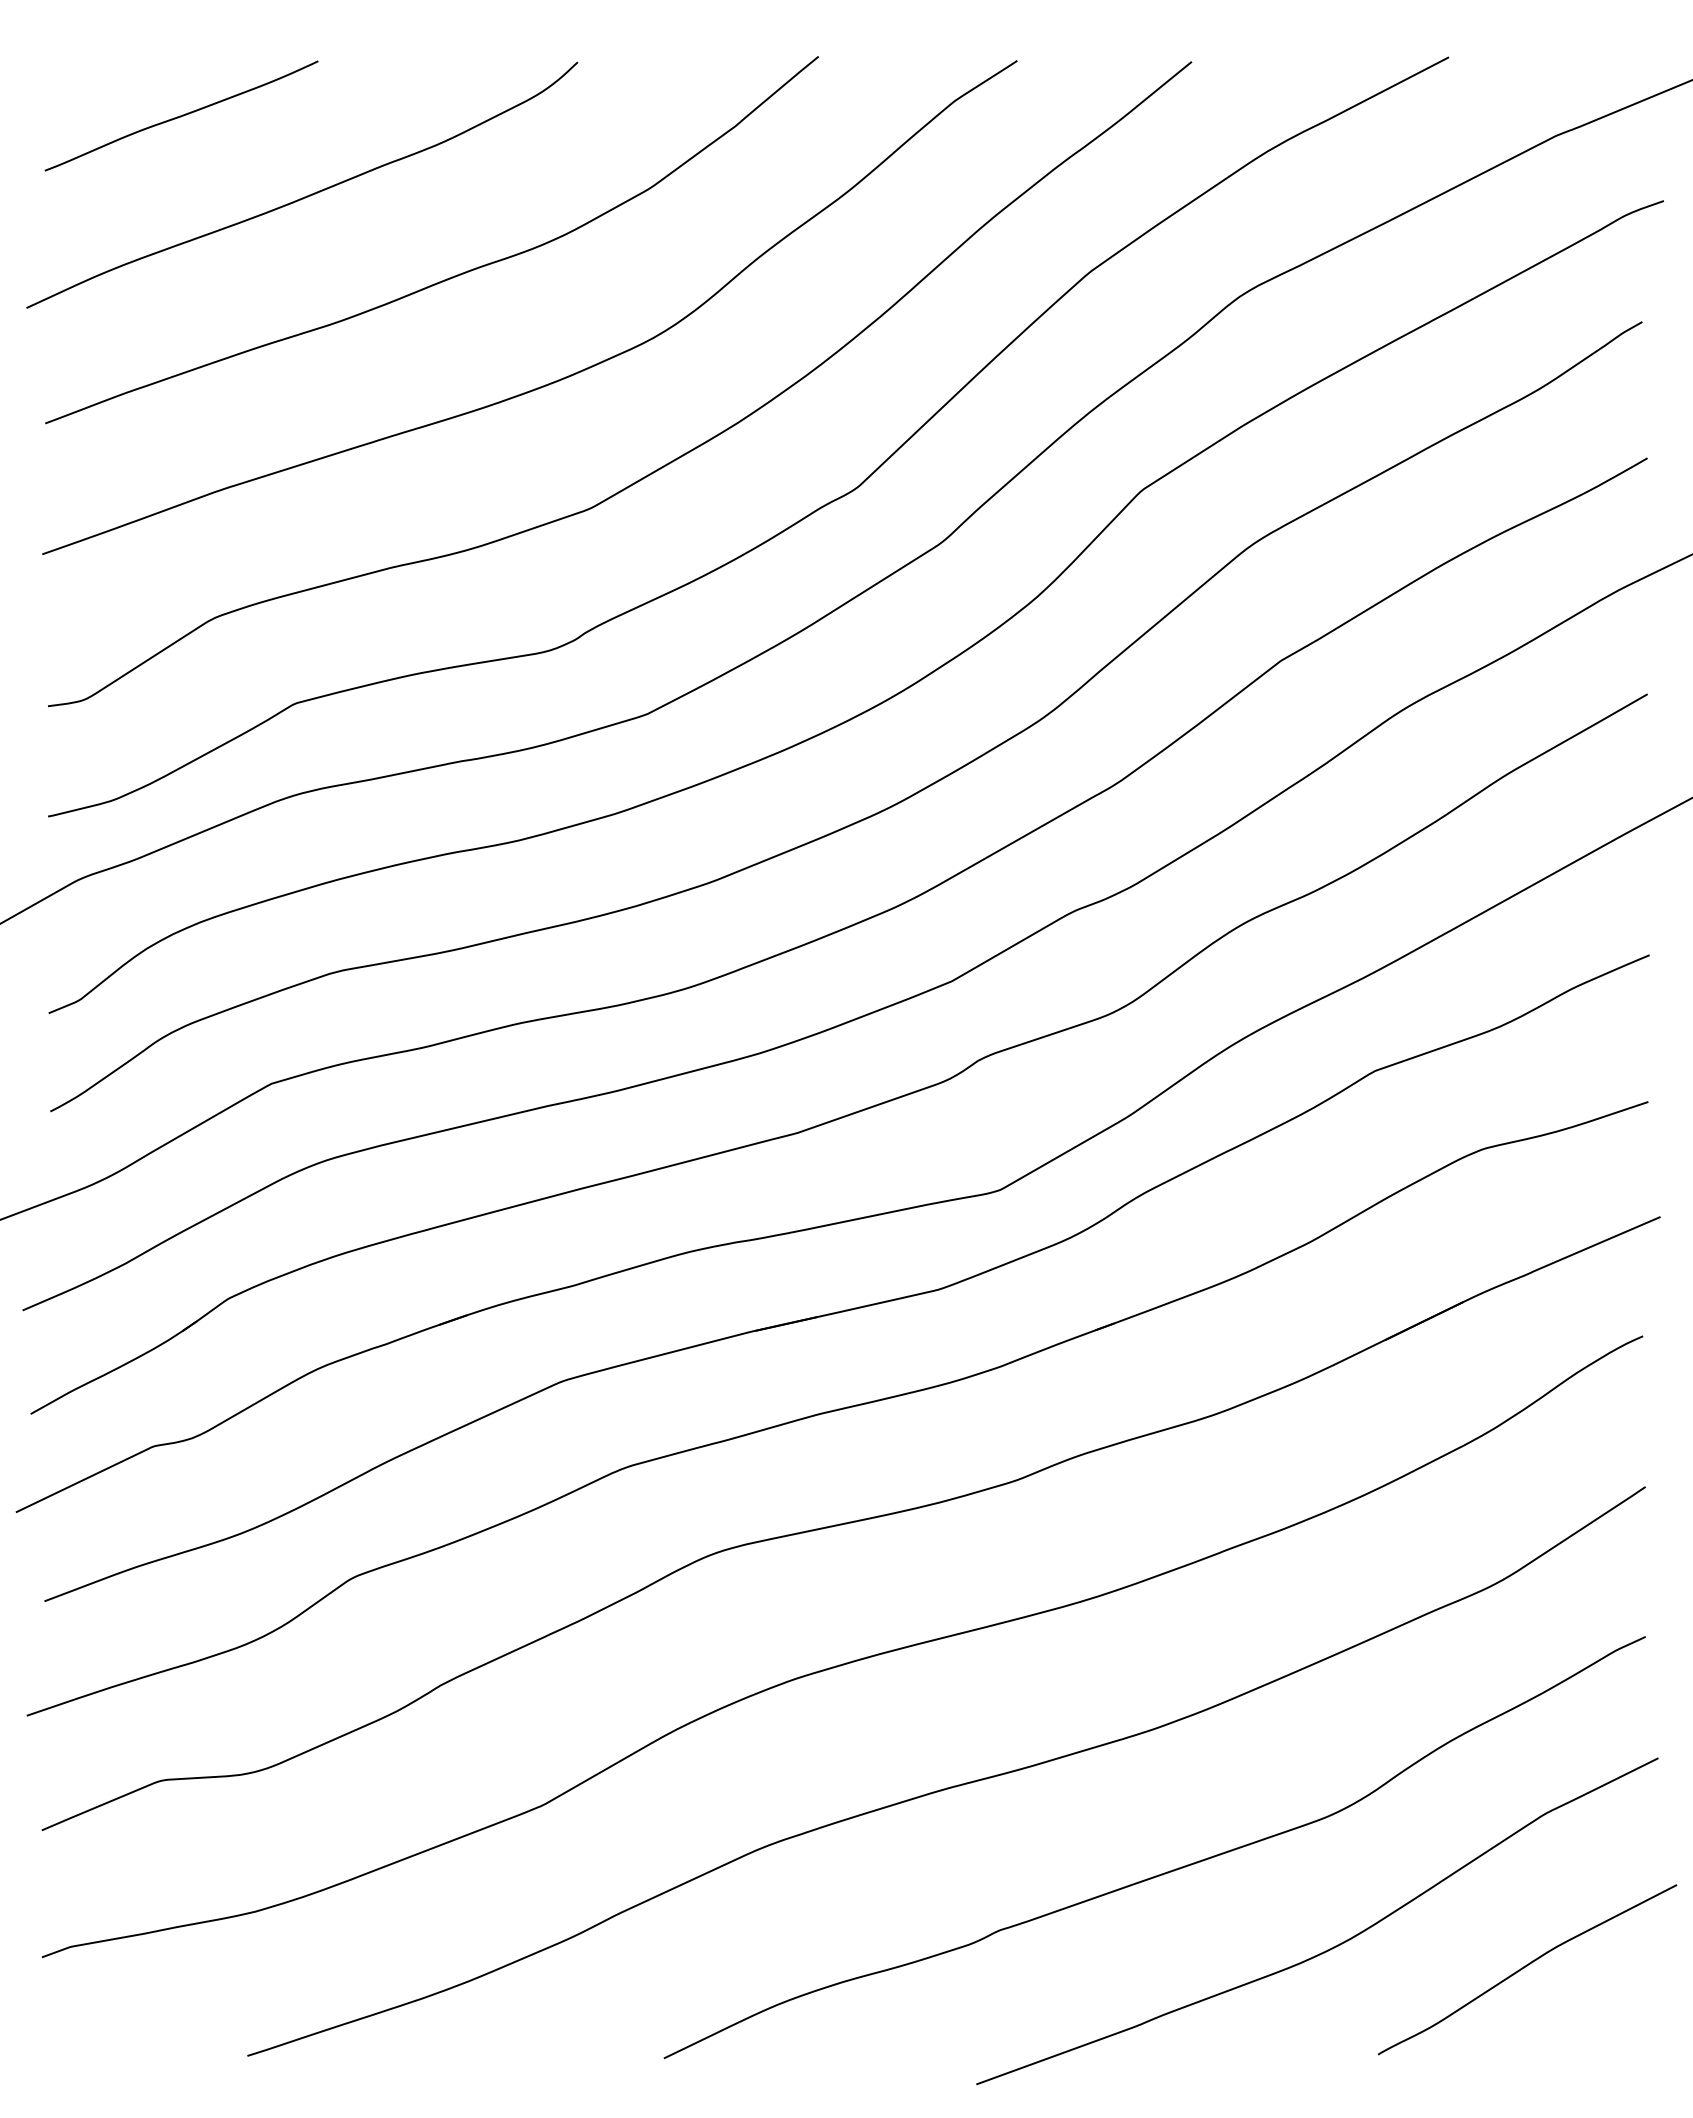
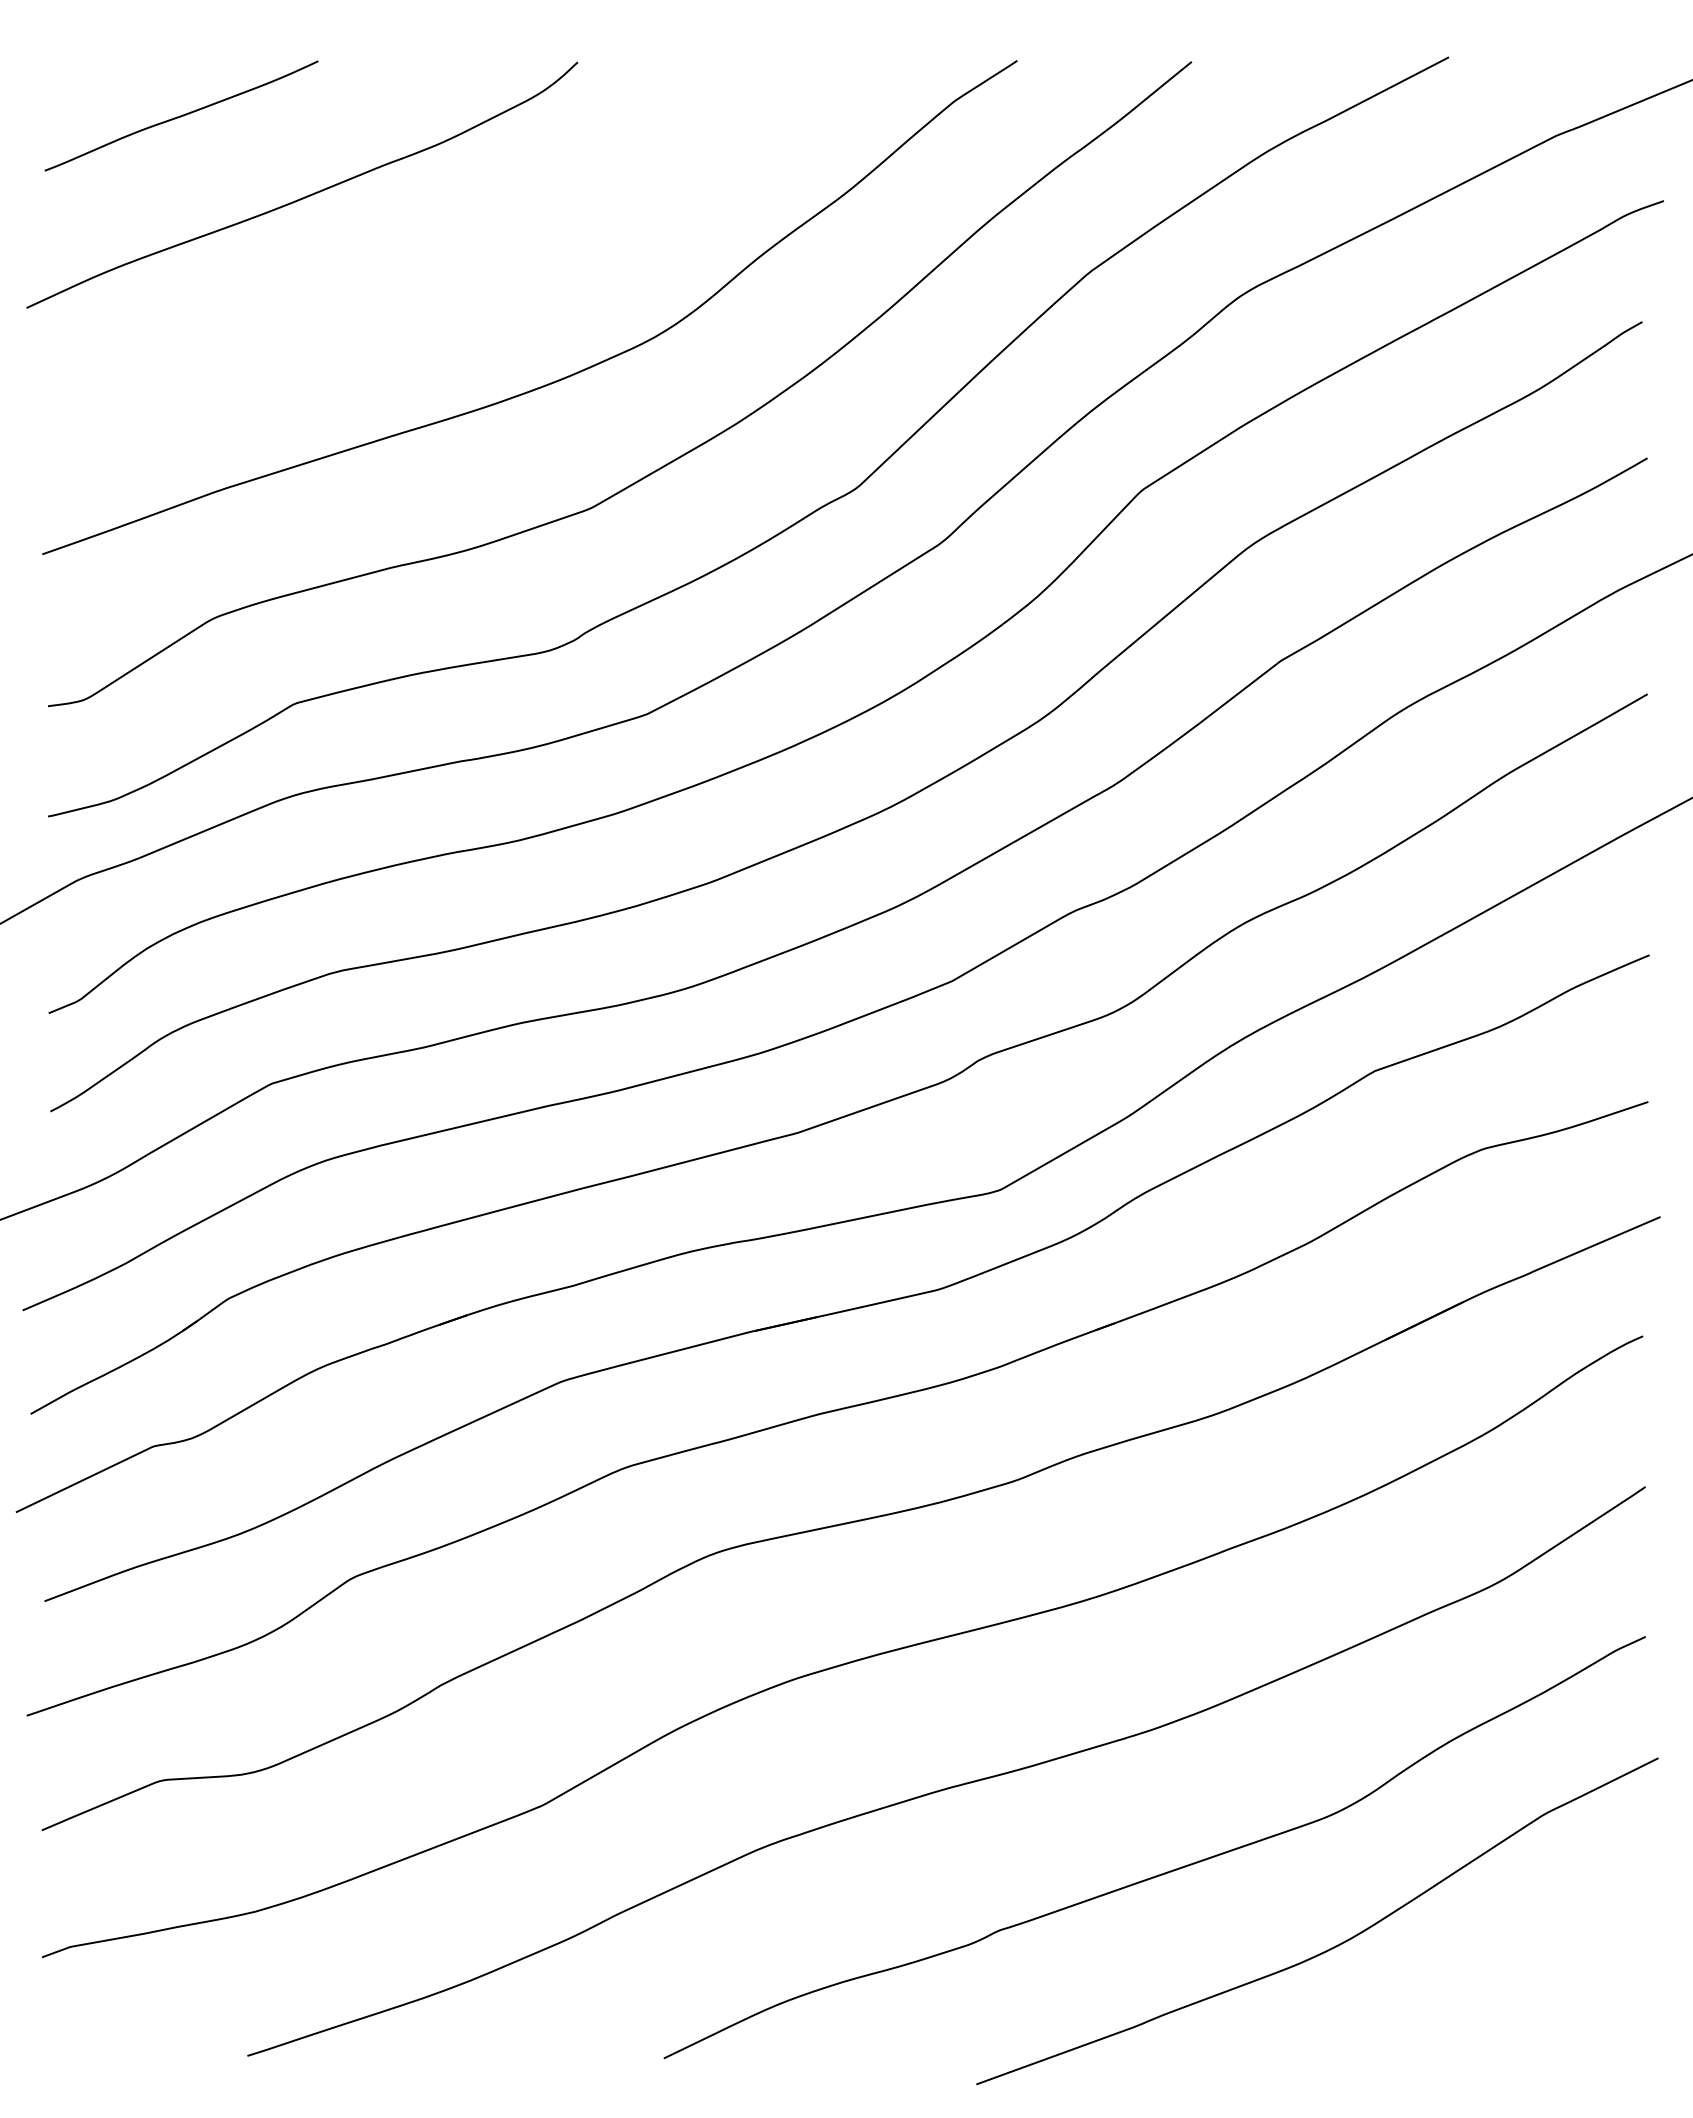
curve at (446, 278): present -> none
curve at (1525, 1967): present -> none
